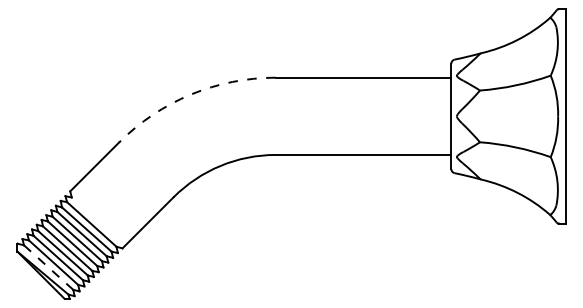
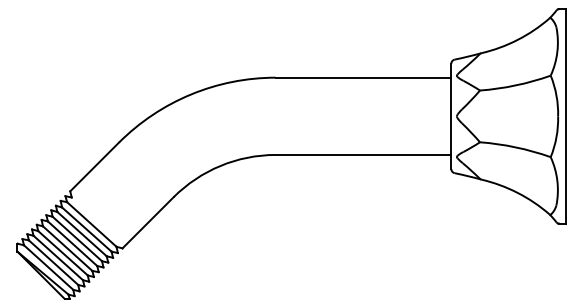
arc at (190, 94): dashed -> solid
line at (49, 267): dashed -> solid
